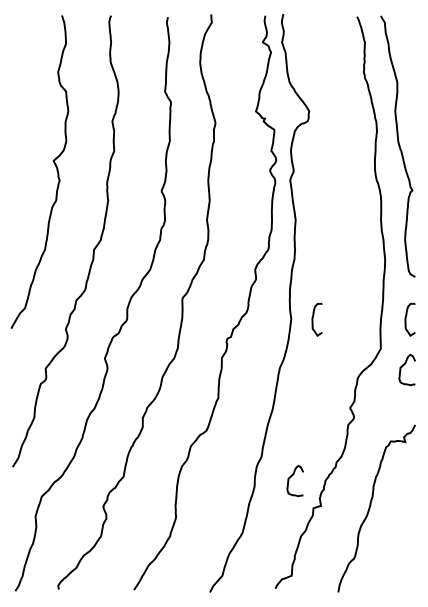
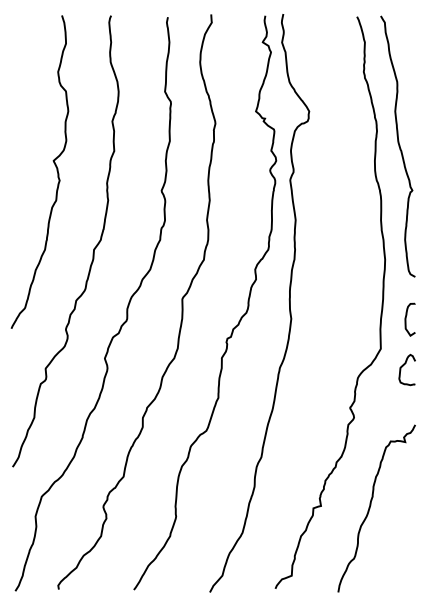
curve at (313, 319): present -> none
curve at (291, 477): present -> none
